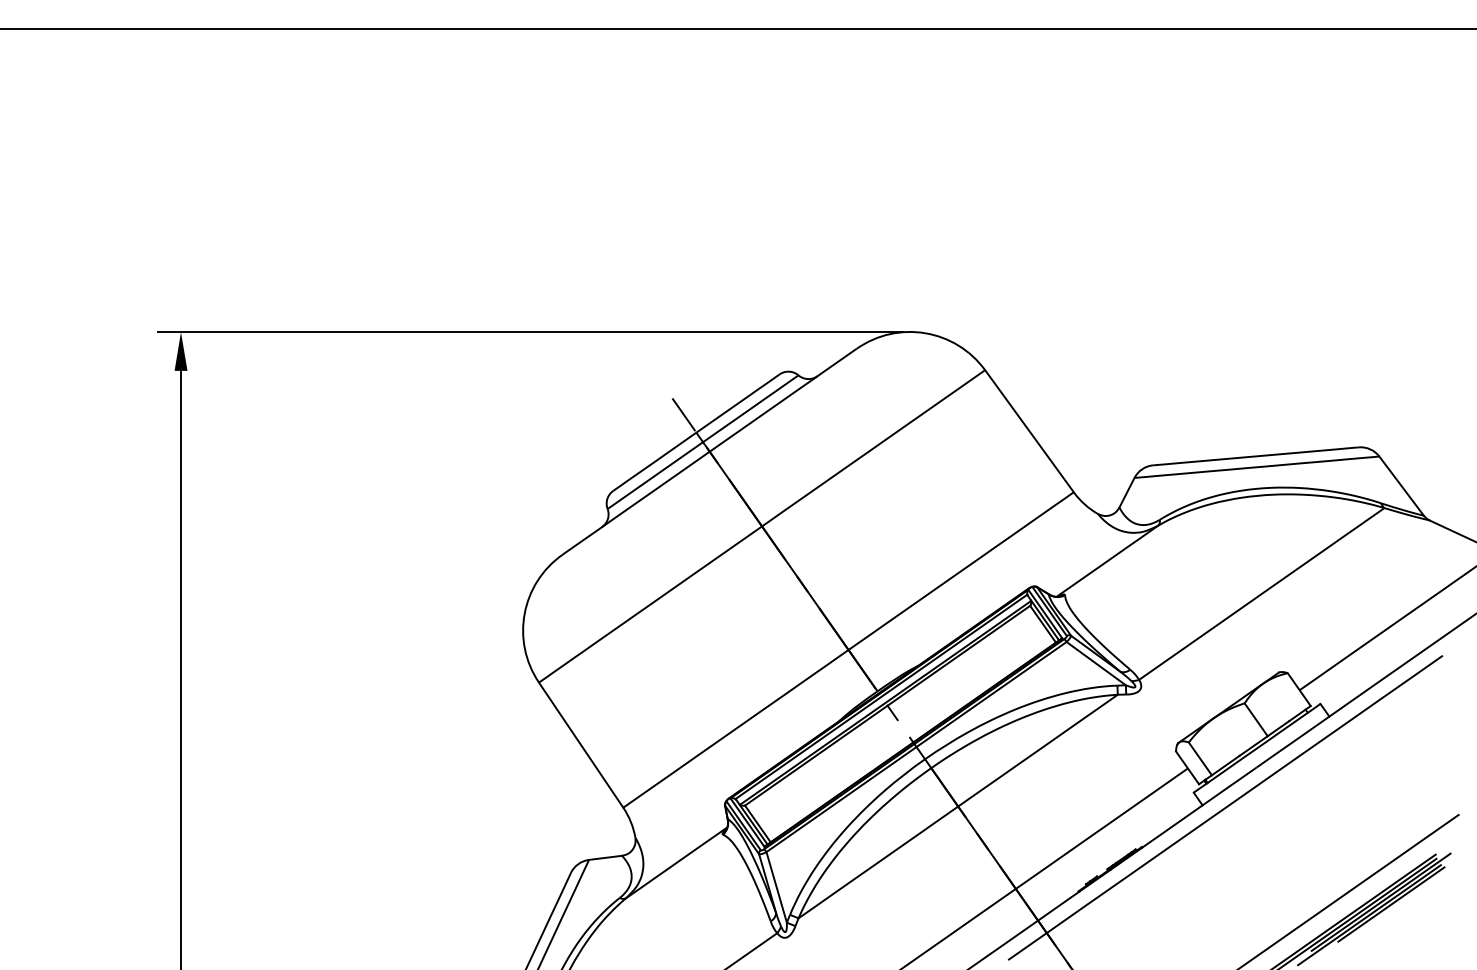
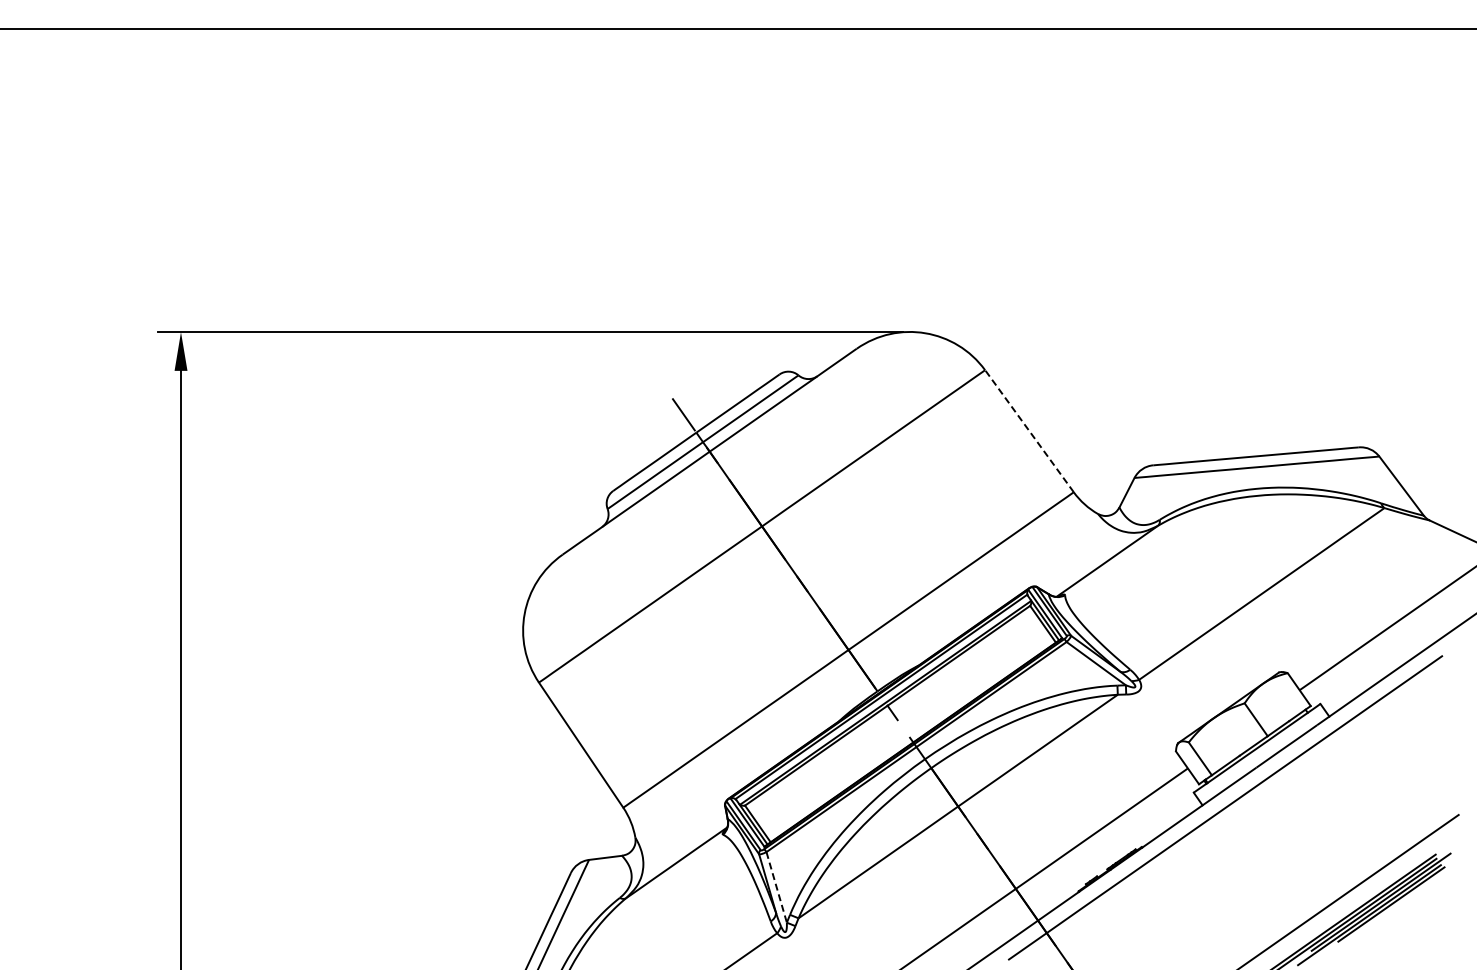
line at (1029, 430): solid -> dashed
line at (776, 887): solid -> dashed
